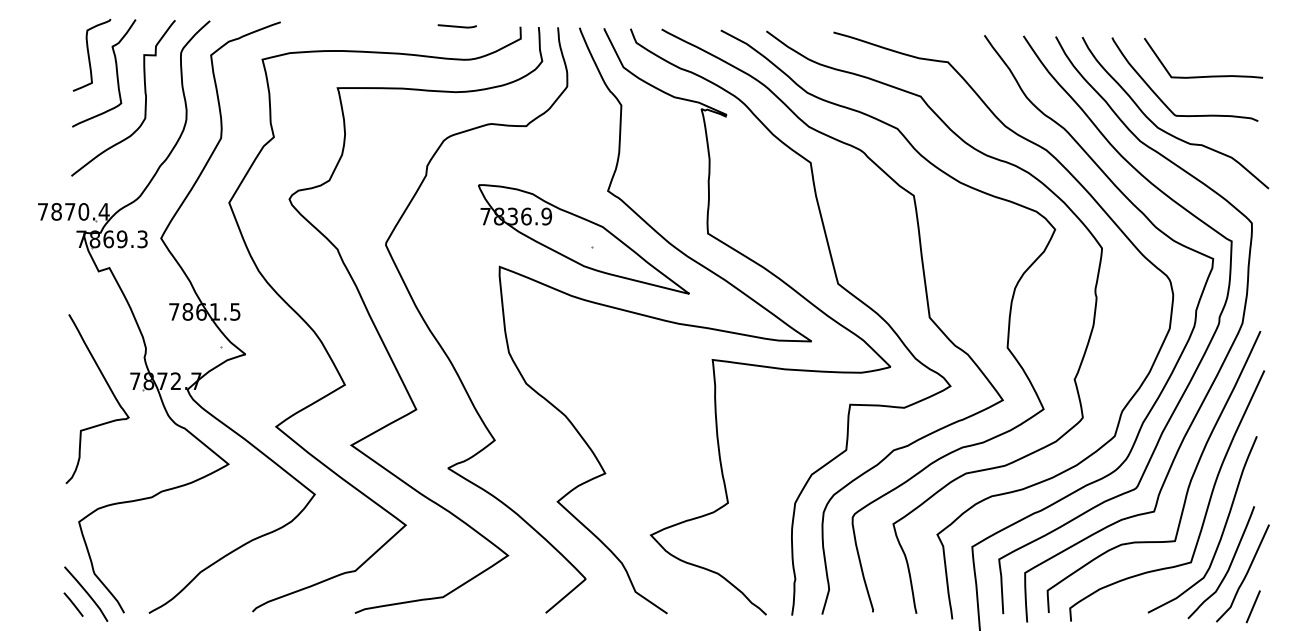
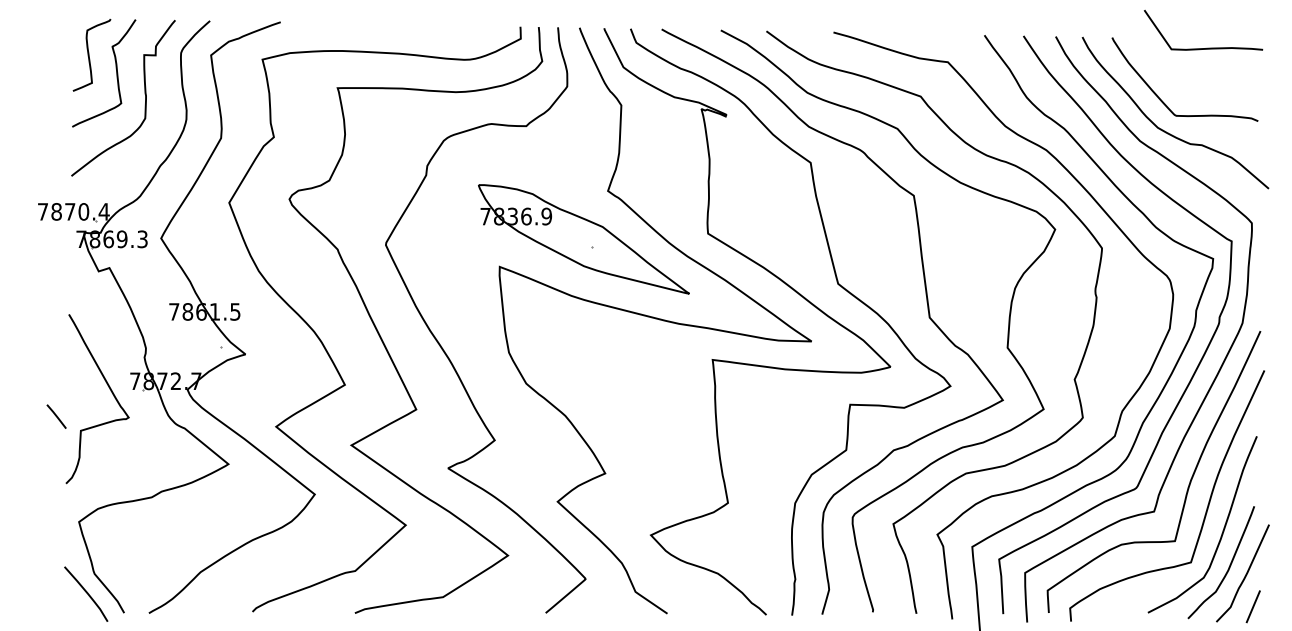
line at (456, 26): present -> none
curve at (1206, 75) position: (1206, 75) -> (1206, 47)
line at (73, 604) position: (73, 604) -> (56, 416)
